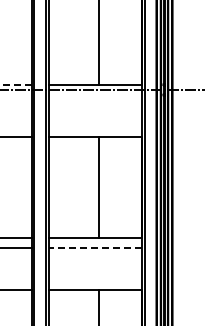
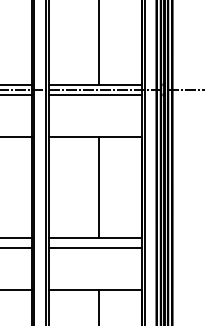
line at (16, 85): dashed -> solid
line at (16, 95): none -> present
line at (95, 95): none -> present
line at (95, 248): dashed -> solid
